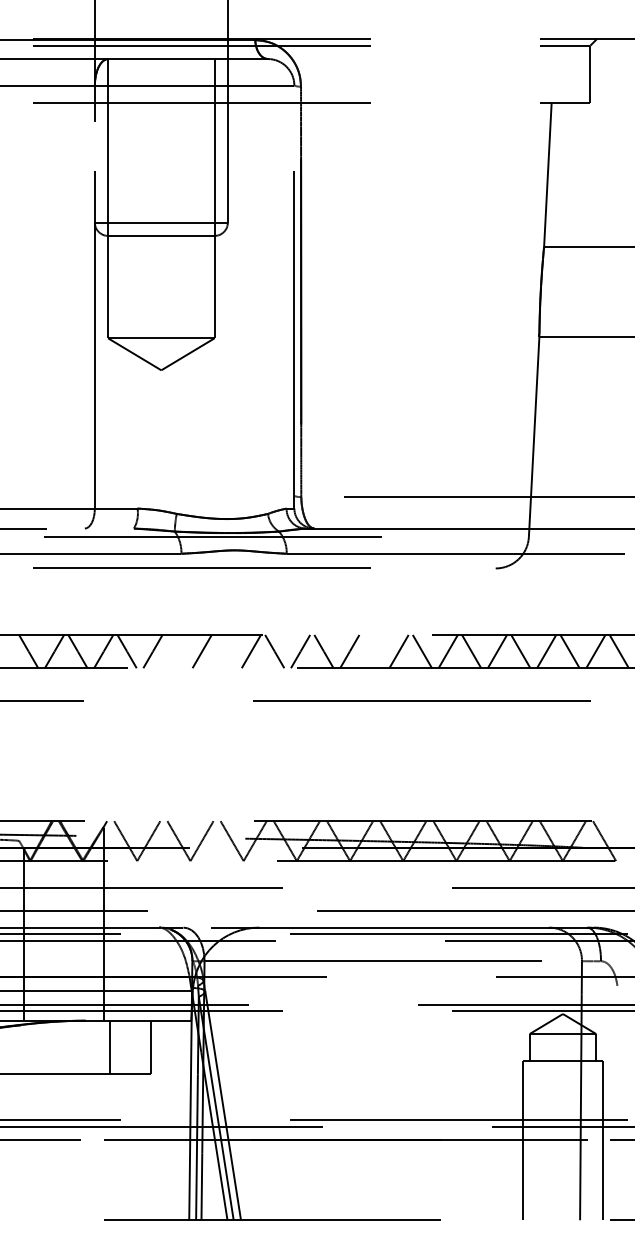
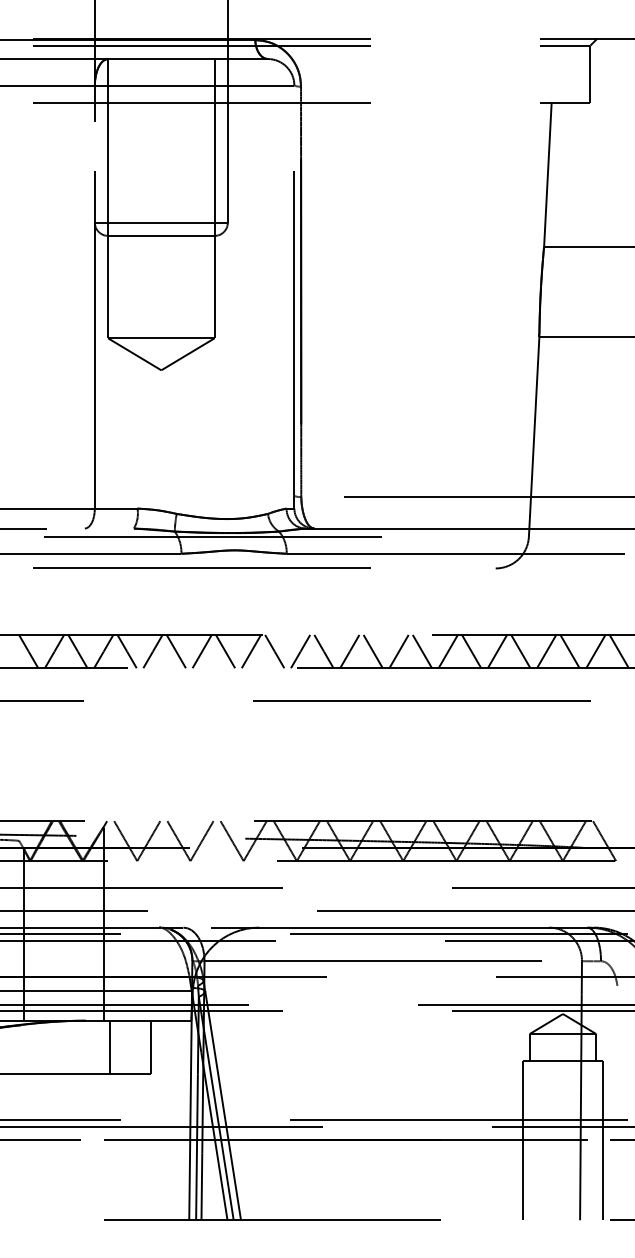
line at (175, 651): none -> present
line at (225, 651): none -> present
line at (372, 651): none -> present
